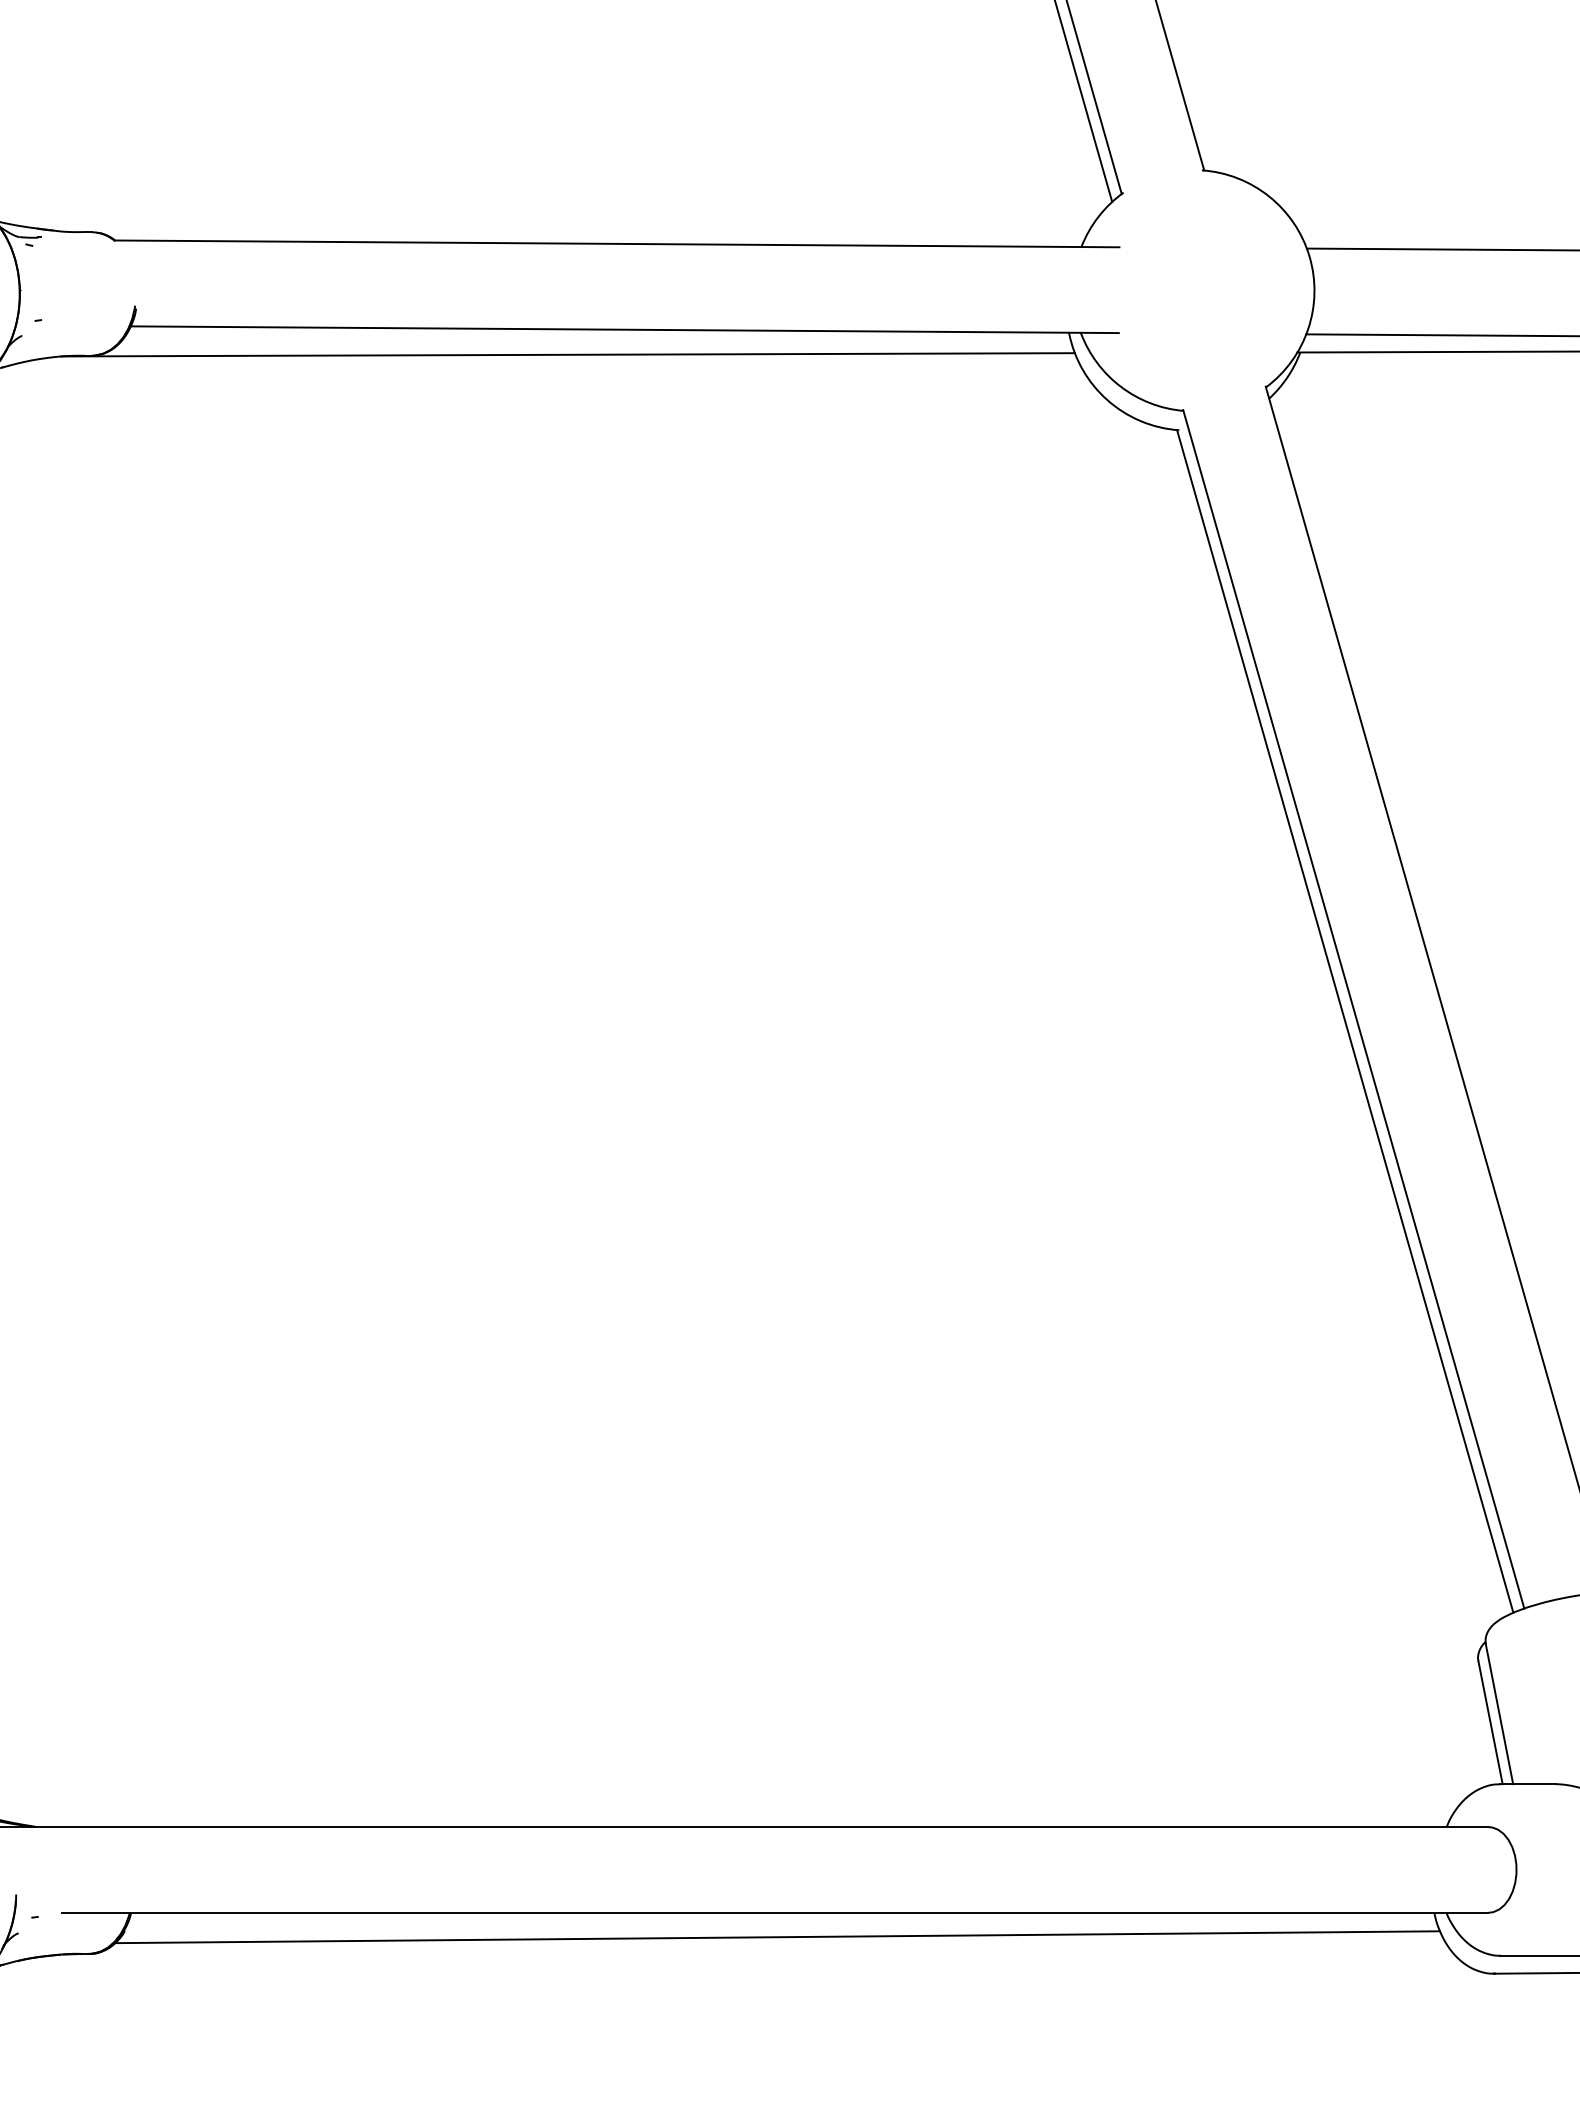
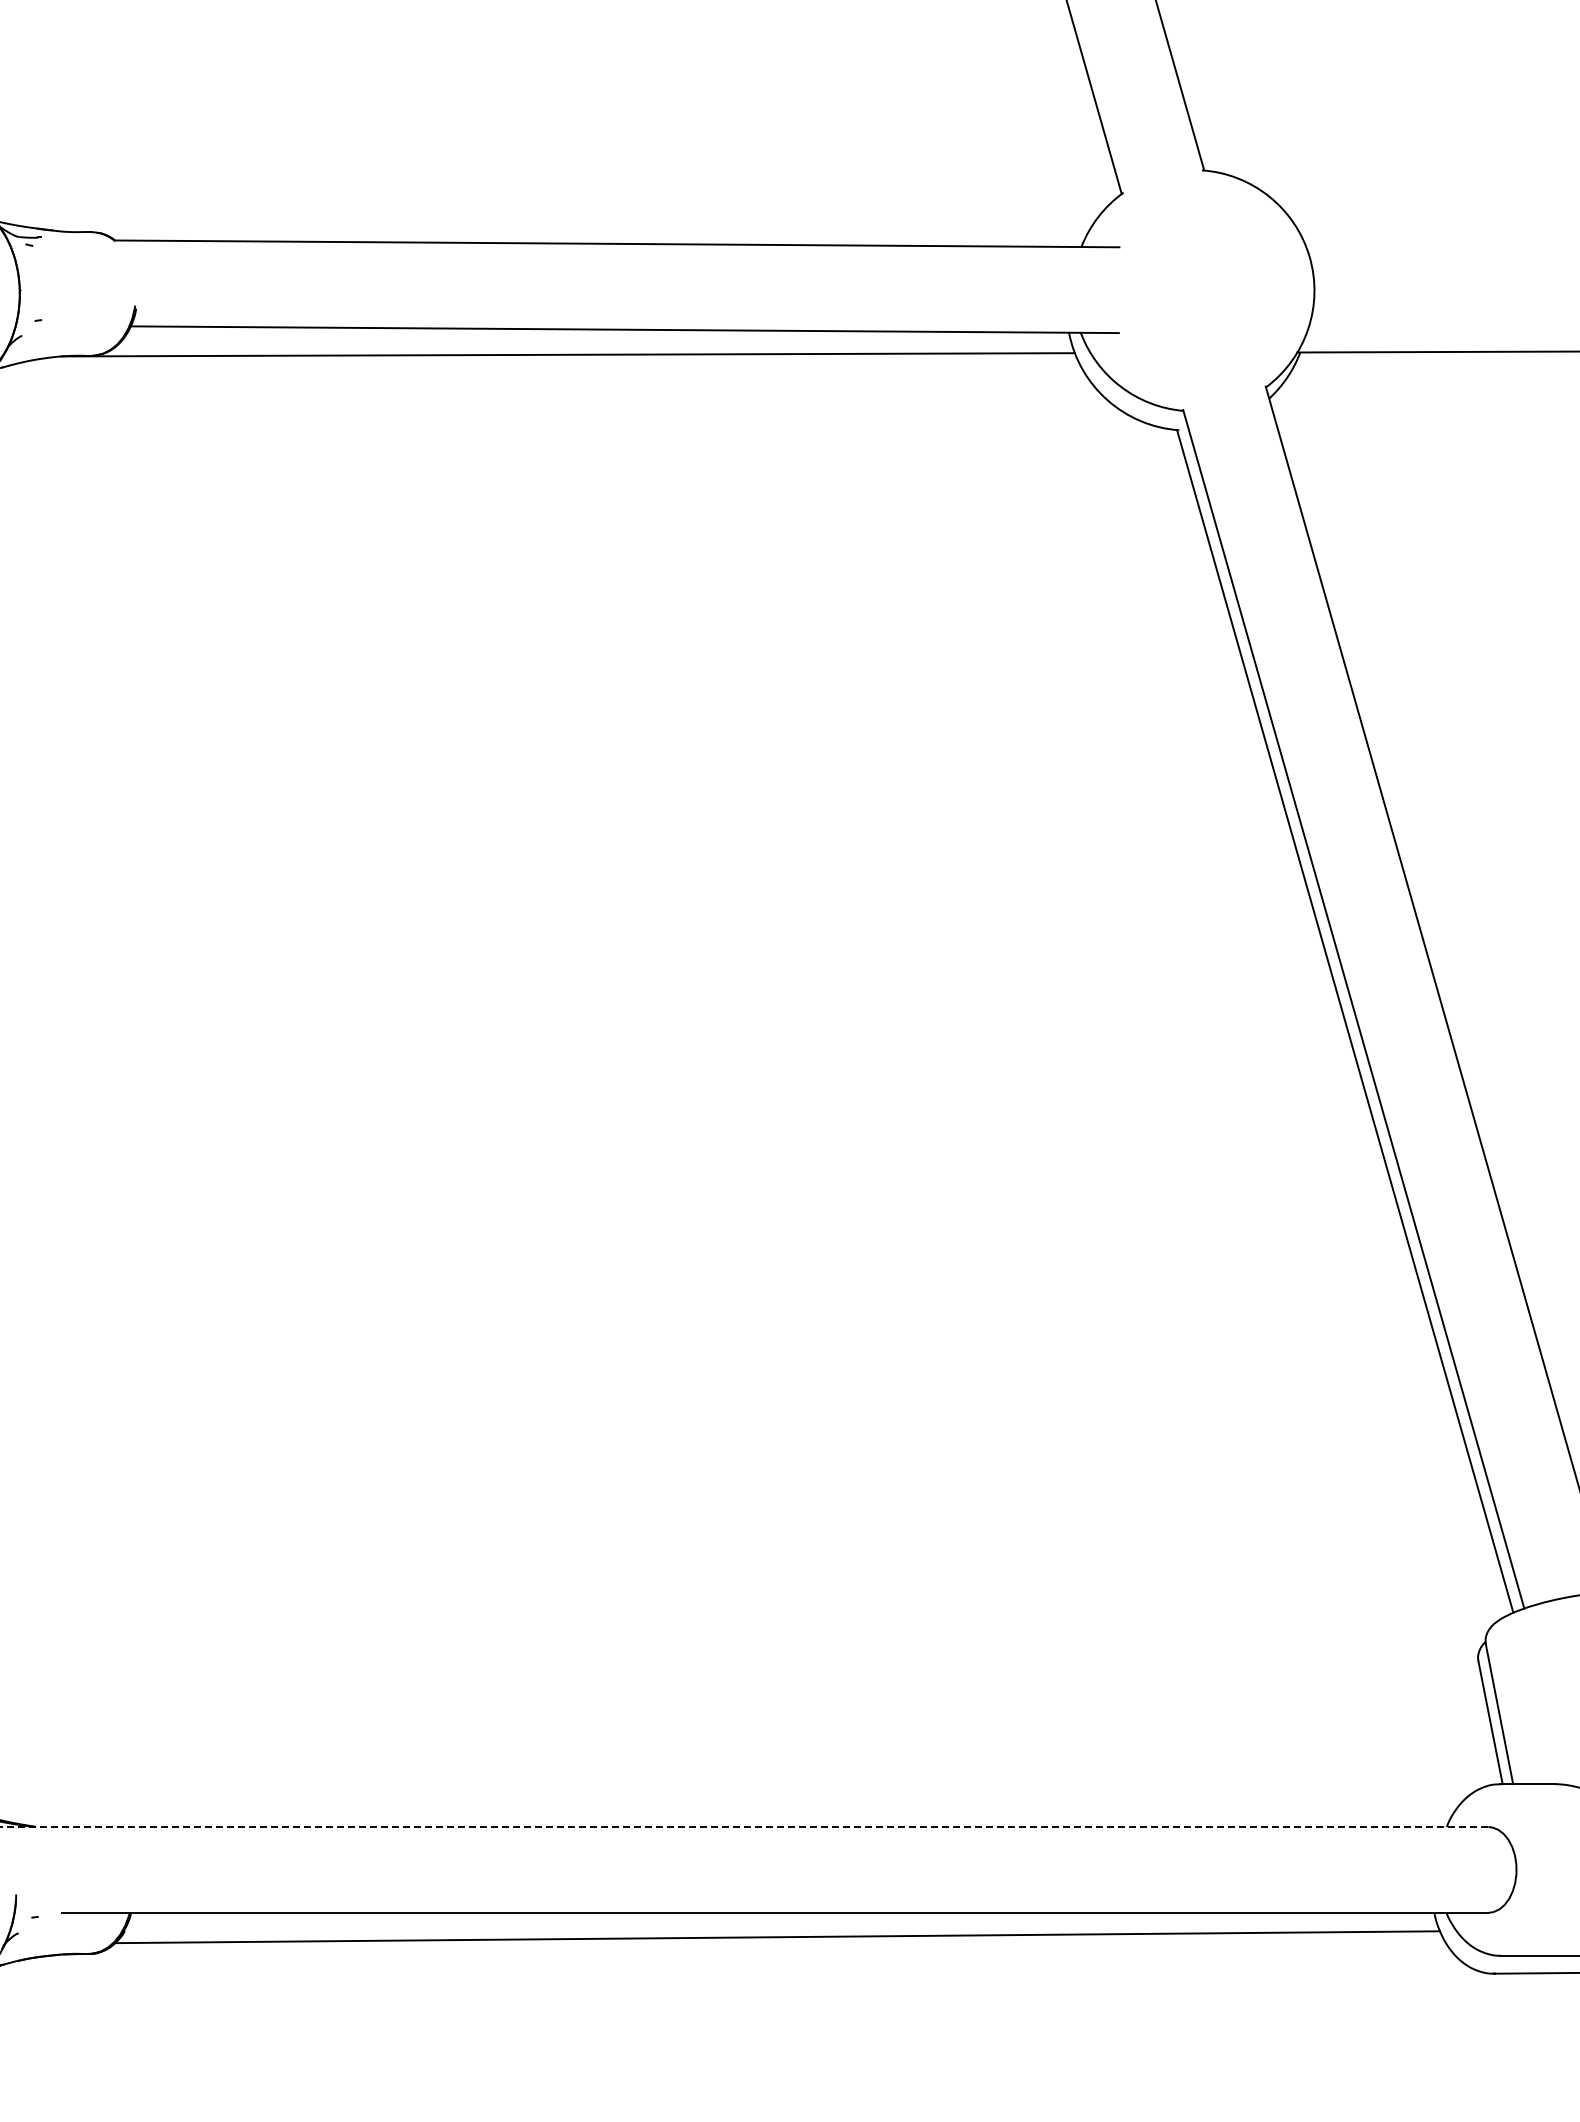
line at (1083, 101): present -> none
line at (1441, 249): present -> none
line at (1441, 335): present -> none
line at (744, 1827): solid -> dashed
